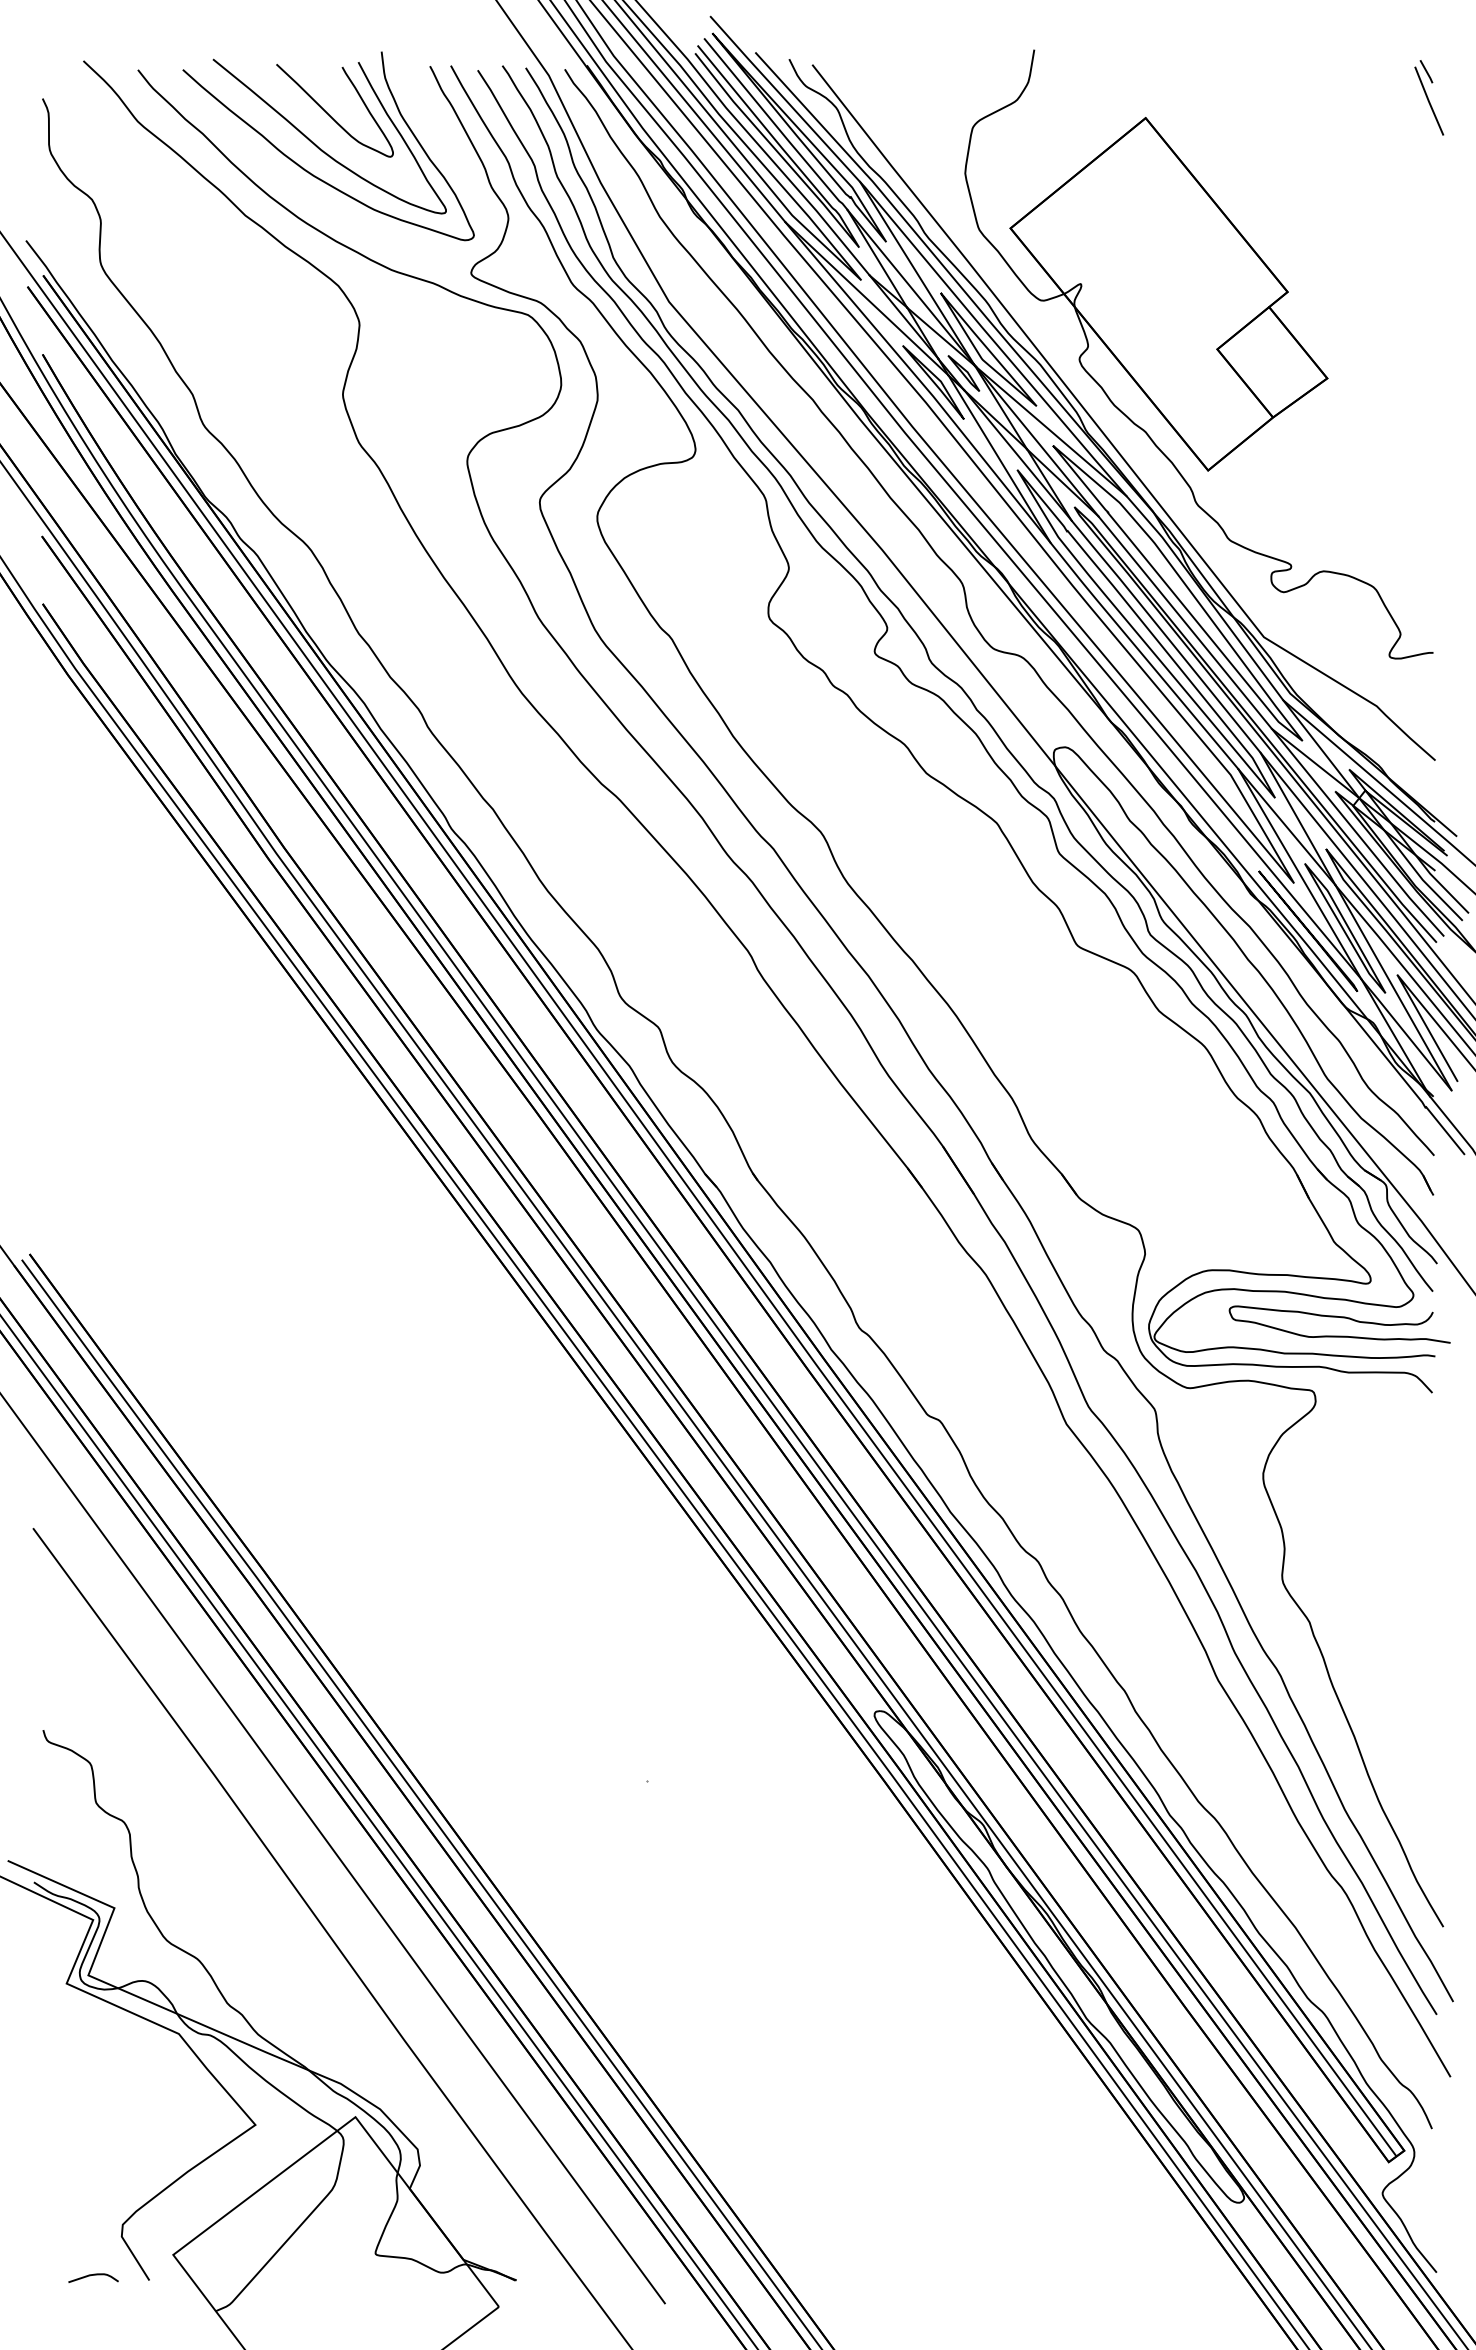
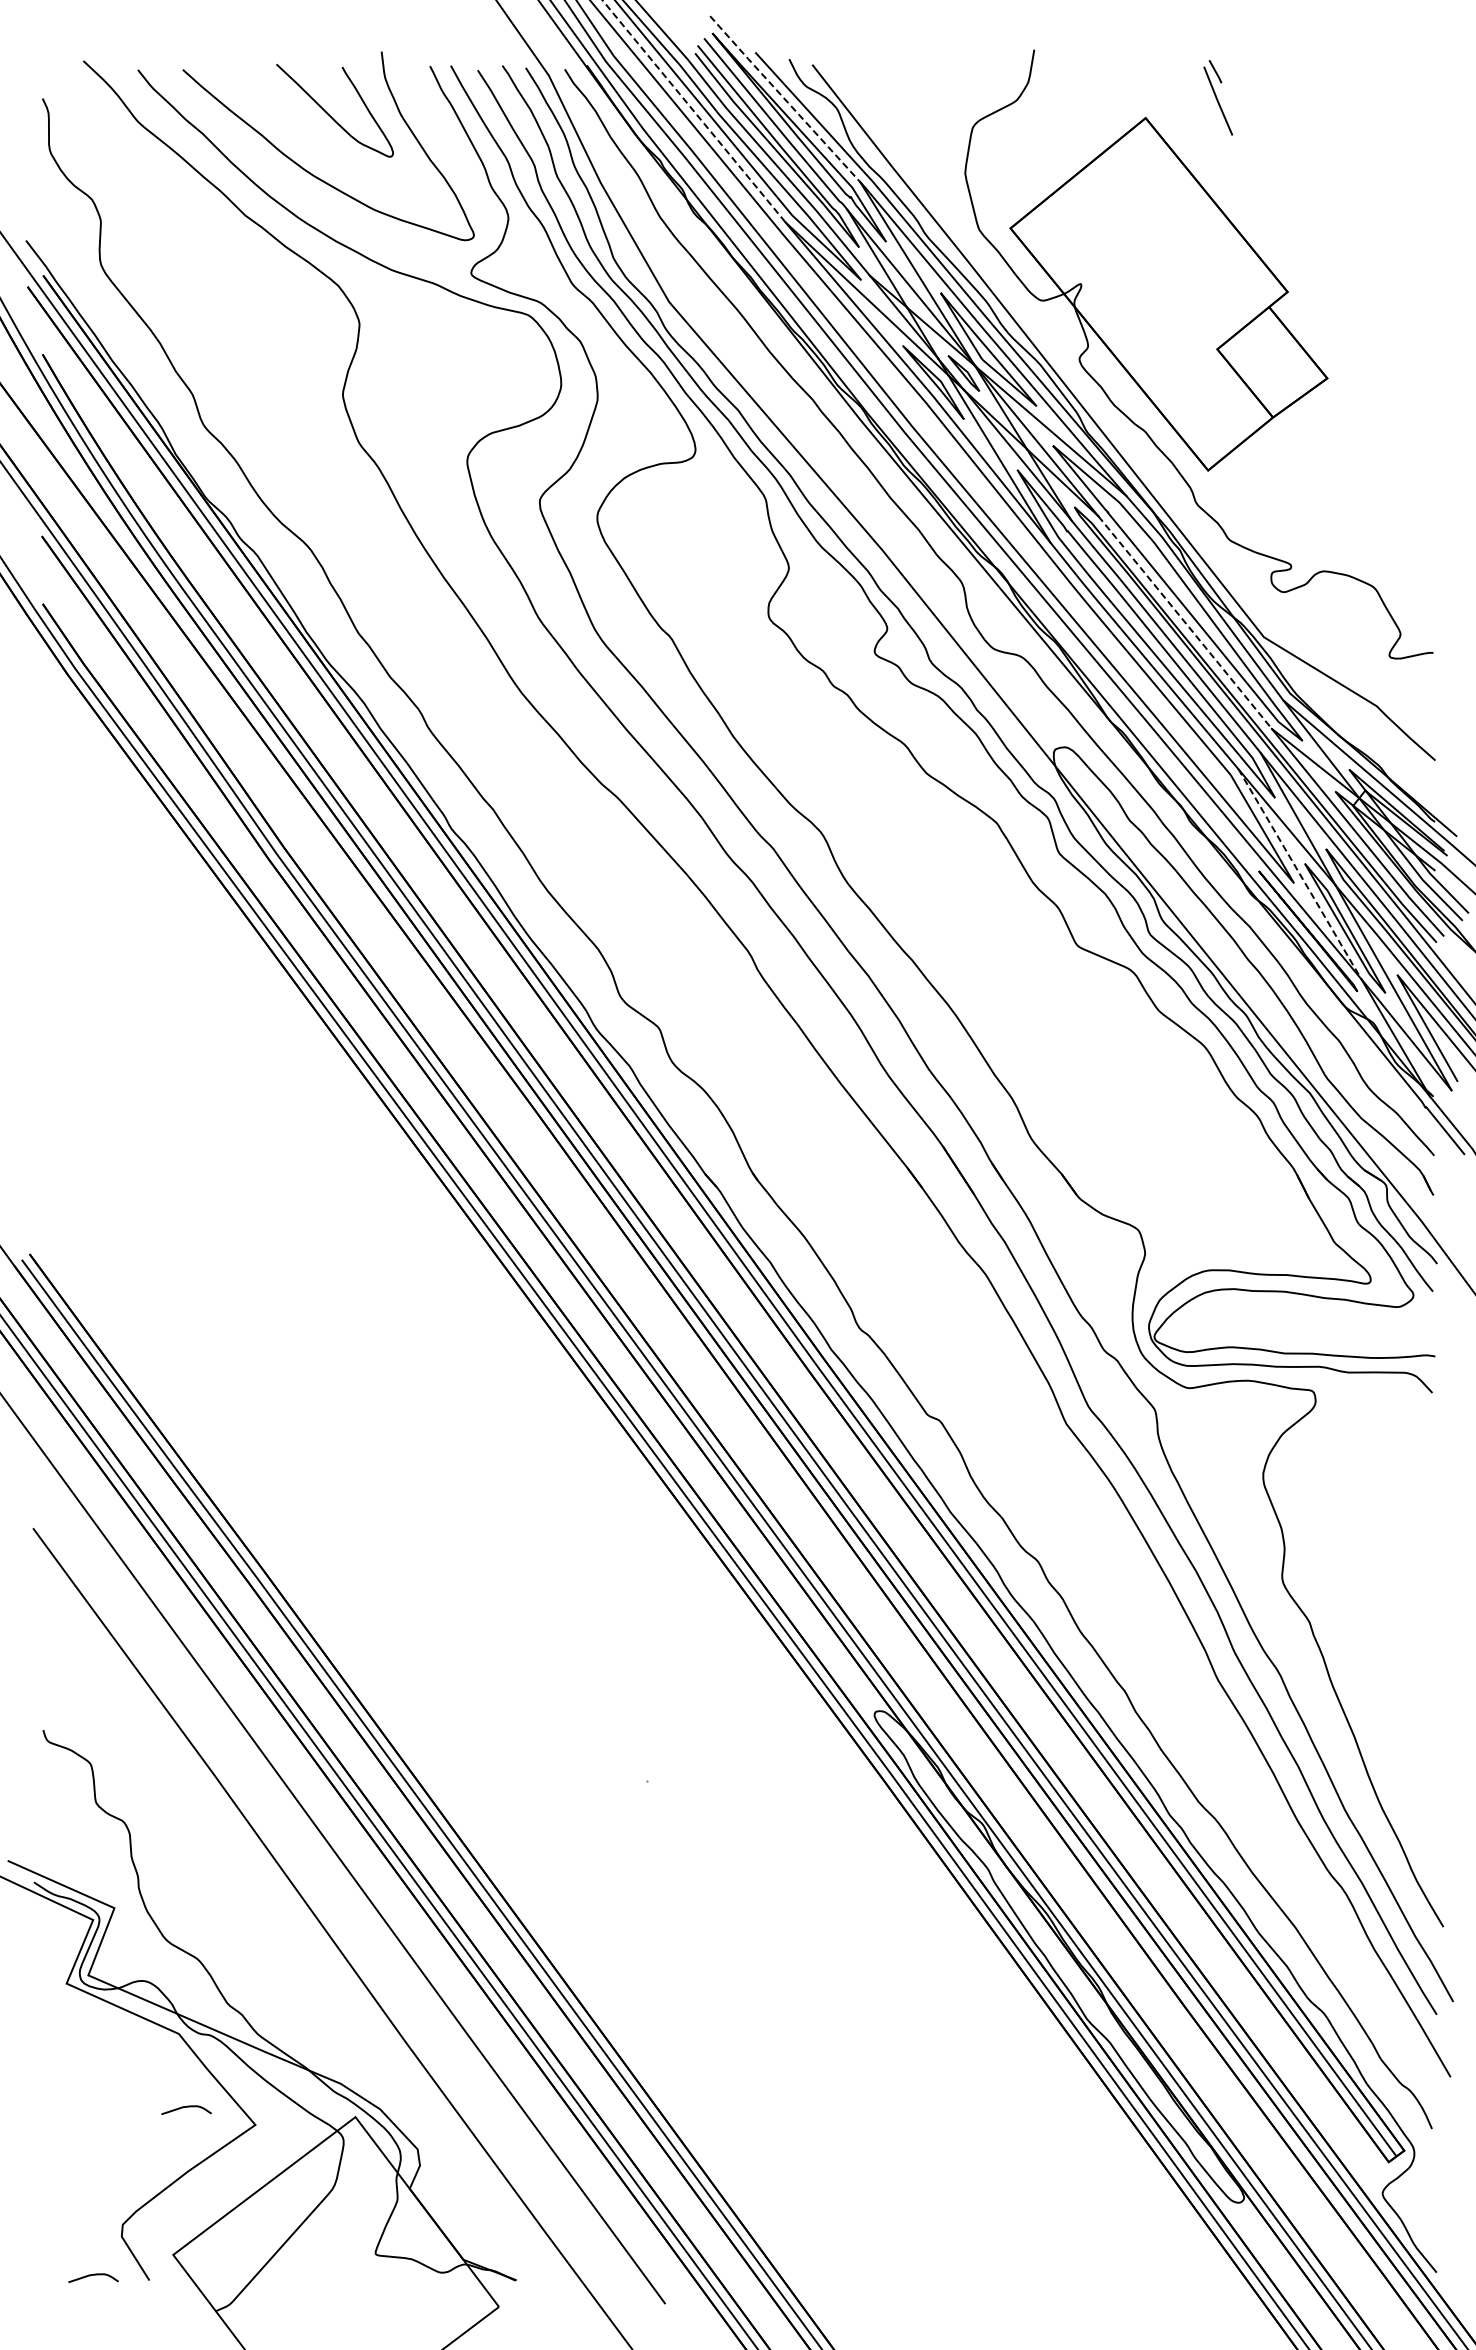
part at (1429, 97) position: (1429, 97) -> (1218, 97)
line at (785, 99): solid -> dashed
line at (693, 111): solid -> dashed
curve at (322, 149): present -> none
line at (1184, 621): solid -> dashed
line at (1299, 874): solid -> dashed
curve at (1341, 1318): present -> none
curve at (186, 2107): none -> present
